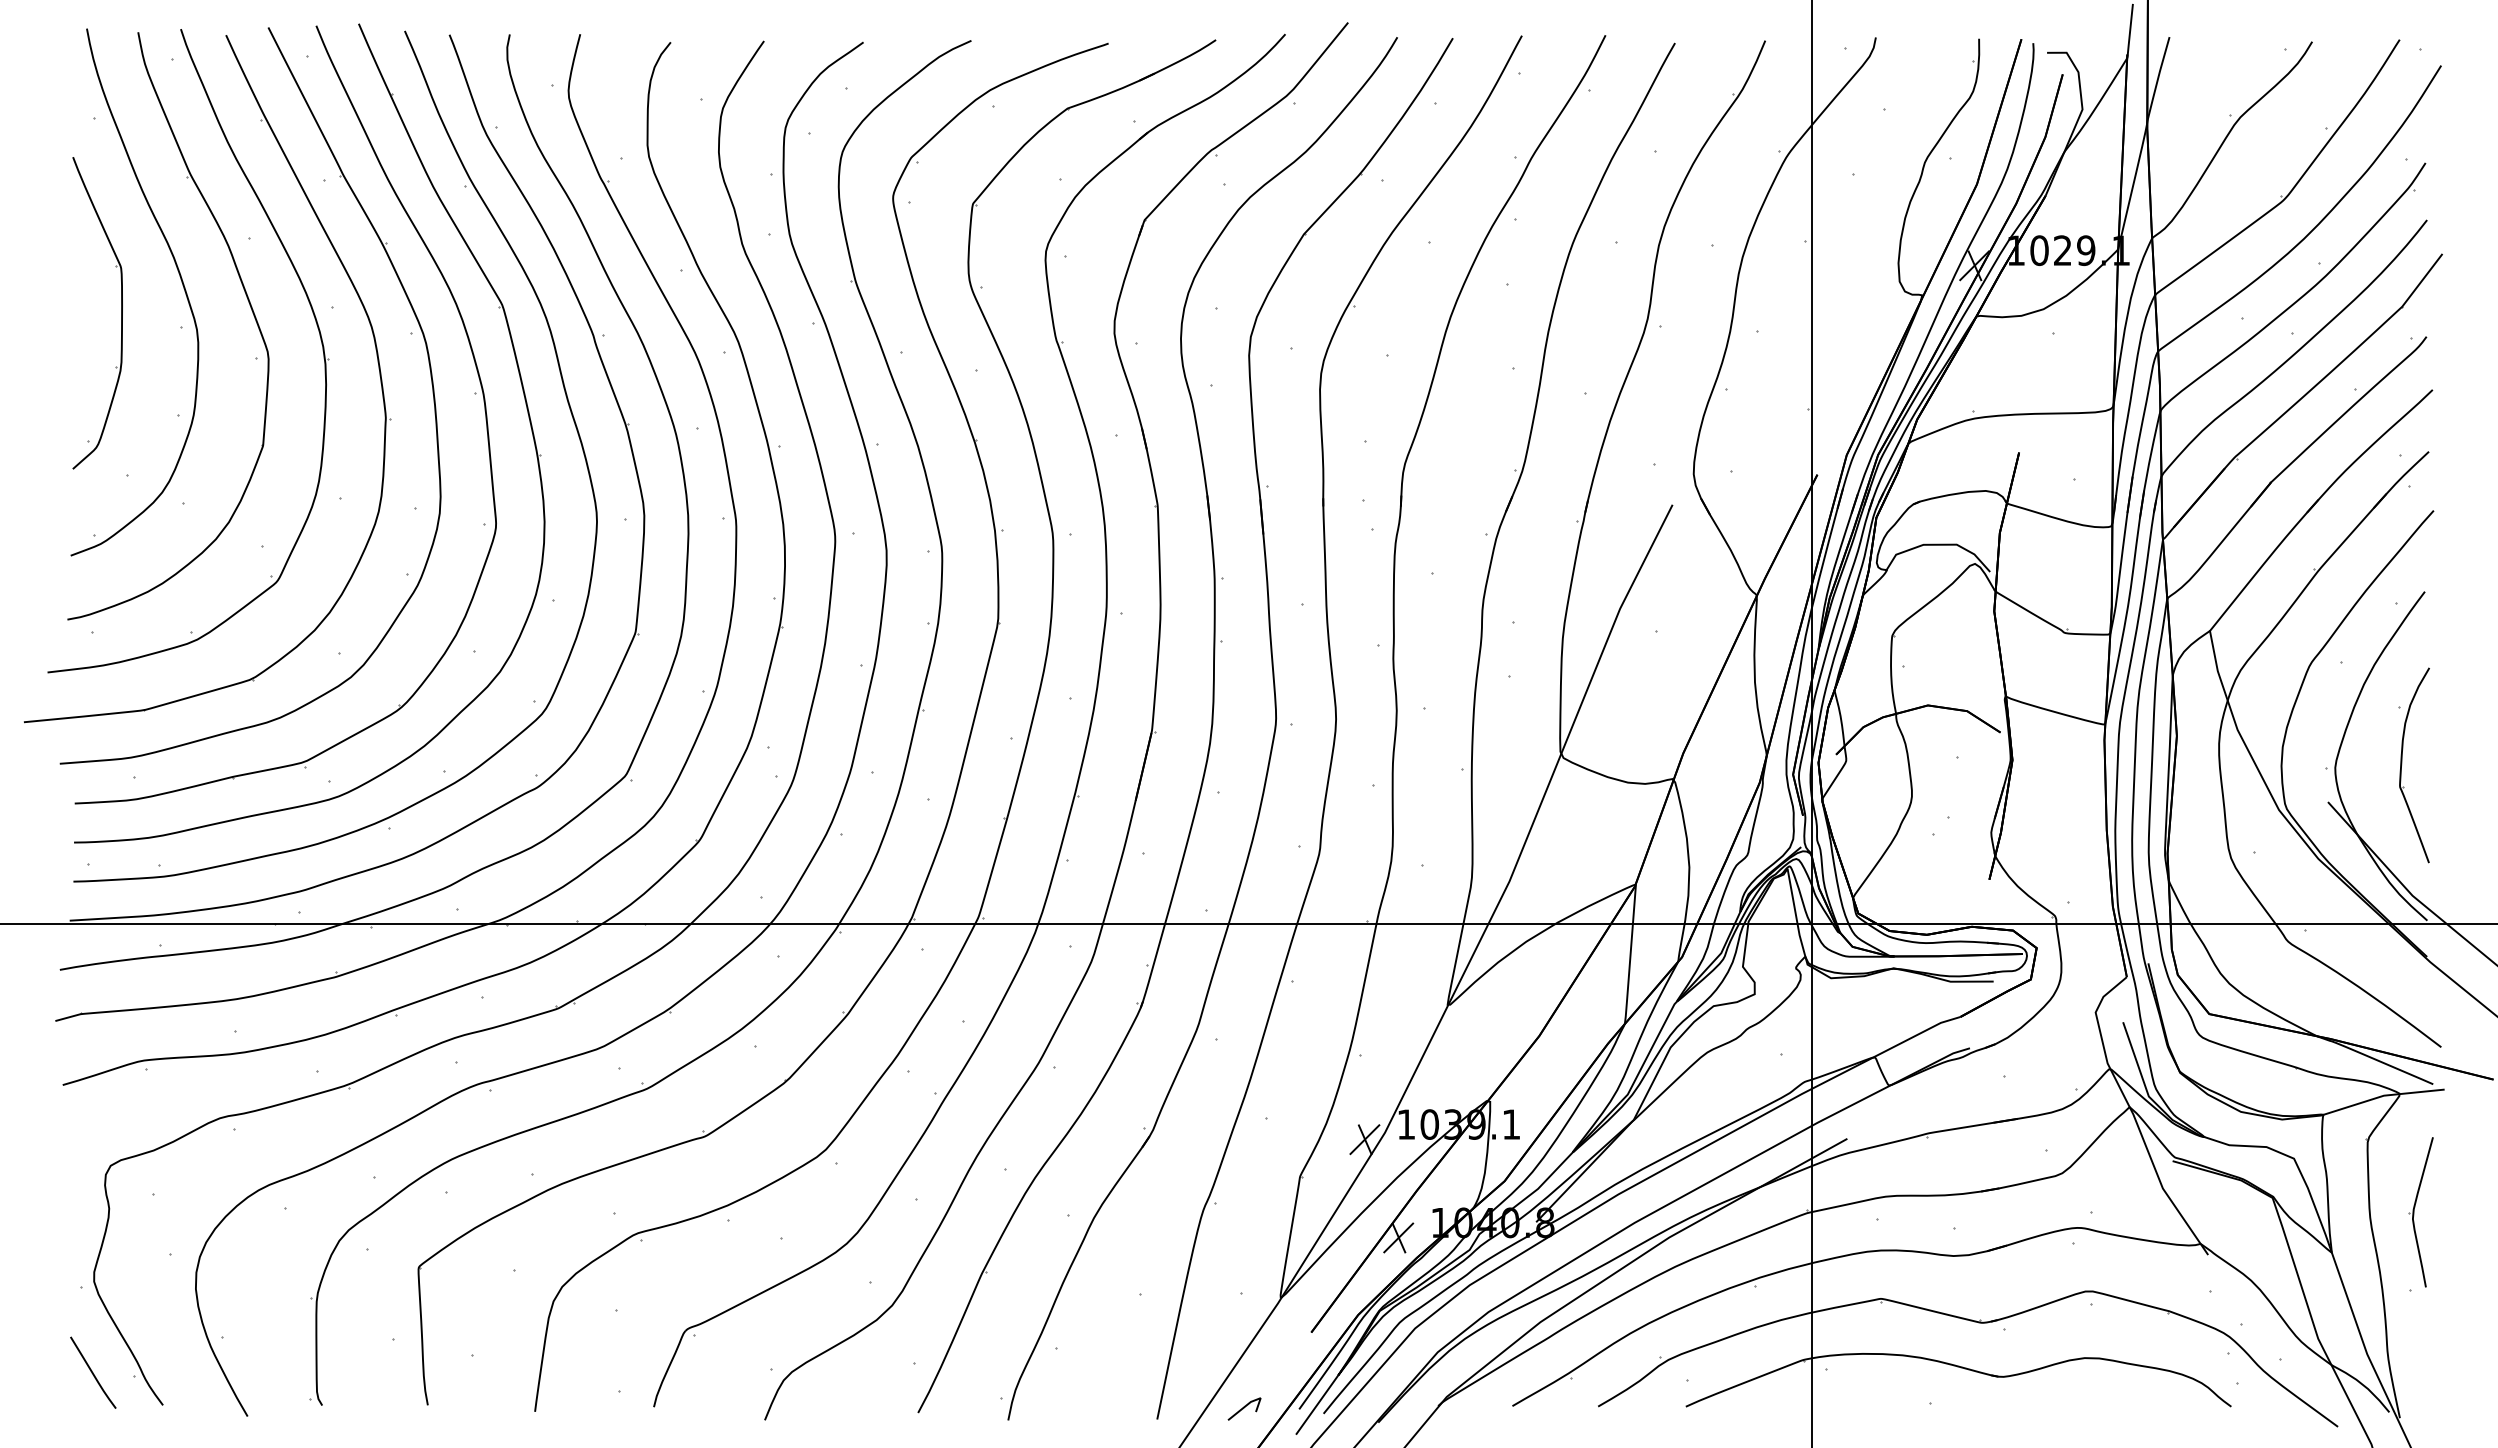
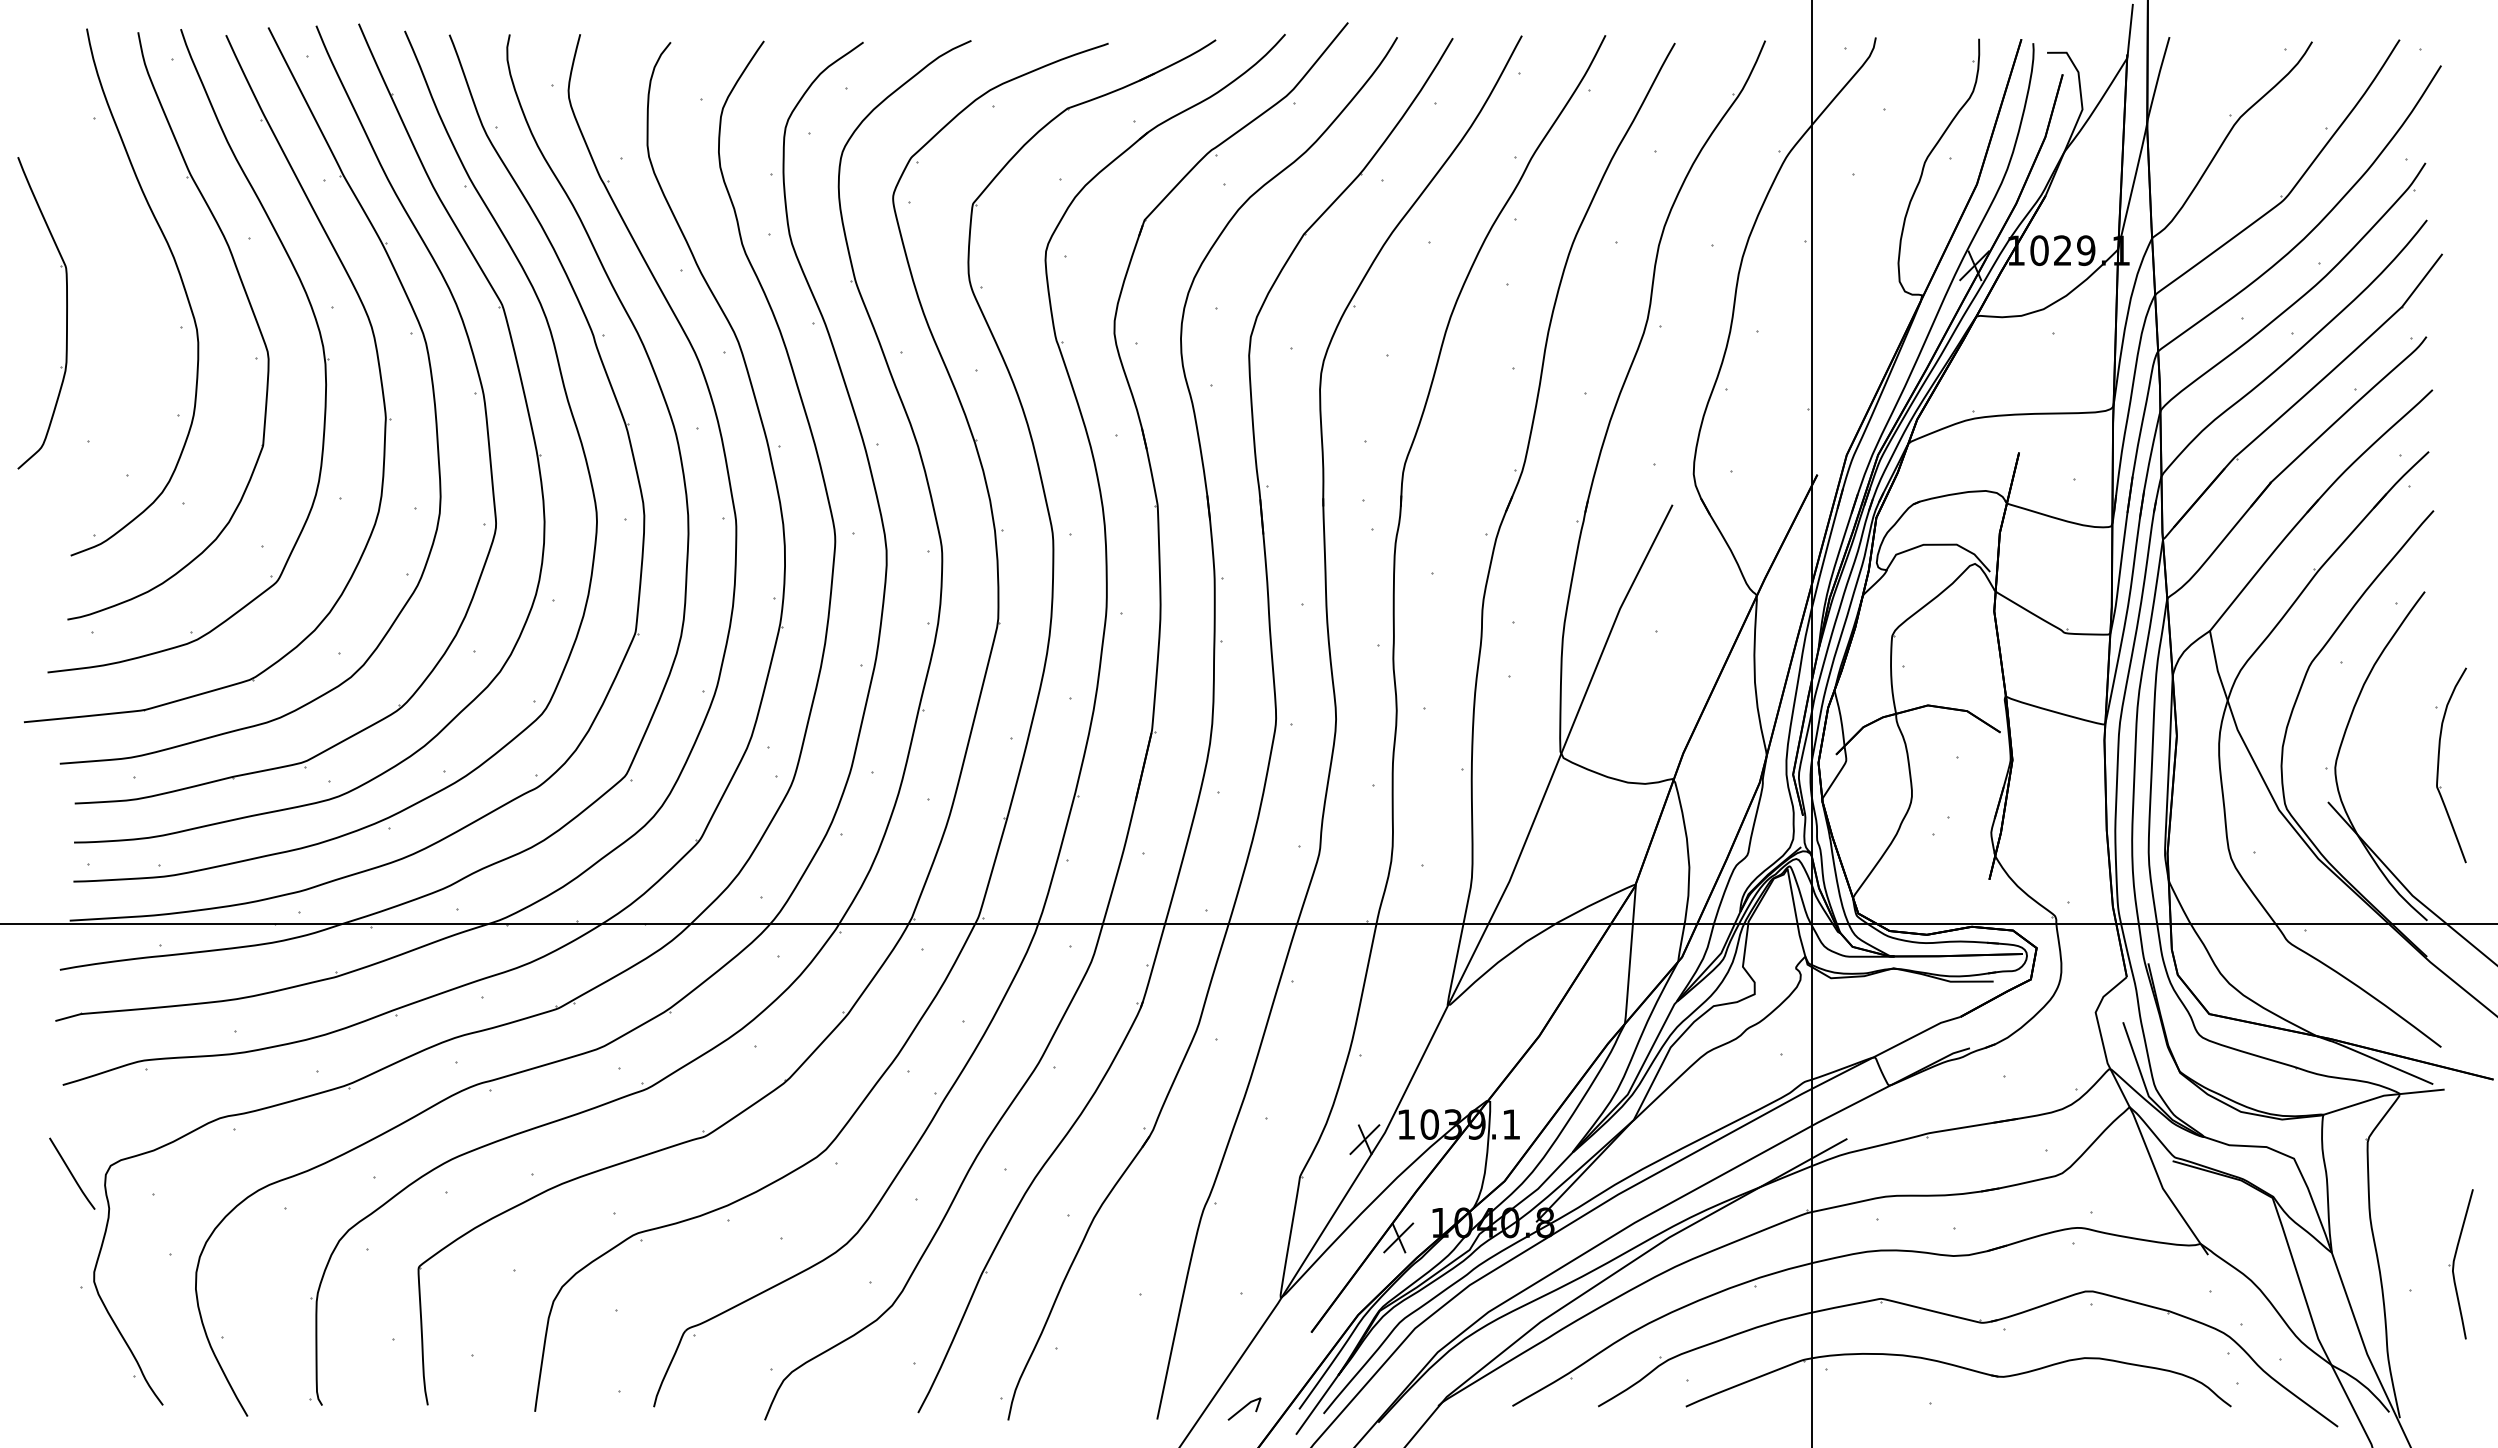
part at (121, 313) position: (121, 313) -> (66, 313)
part at (2402, 764) position: (2402, 764) -> (2439, 764)
part at (2420, 1212) position: (2420, 1212) -> (2460, 1264)
curve at (93, 1372) position: (93, 1372) -> (72, 1173)
